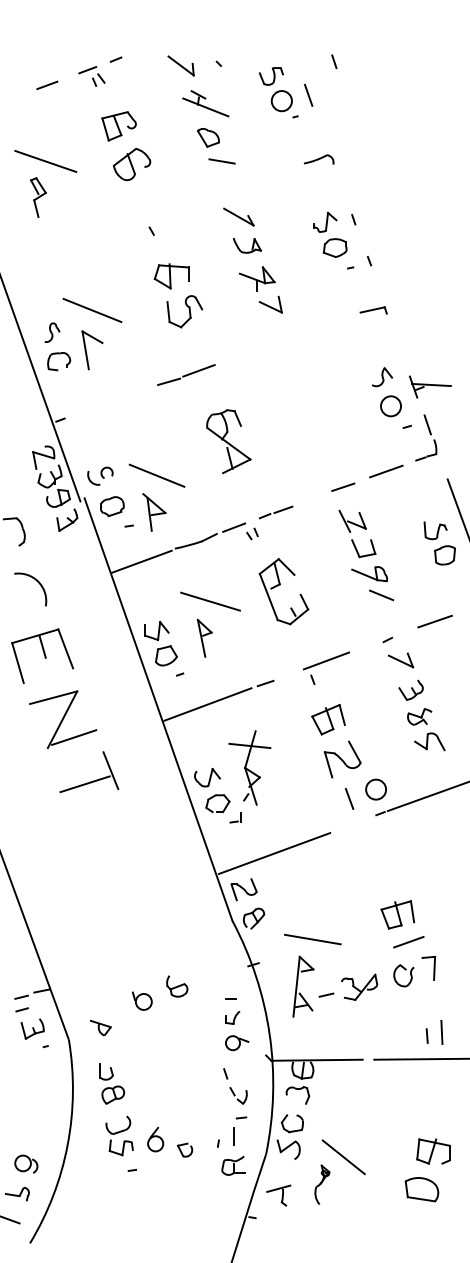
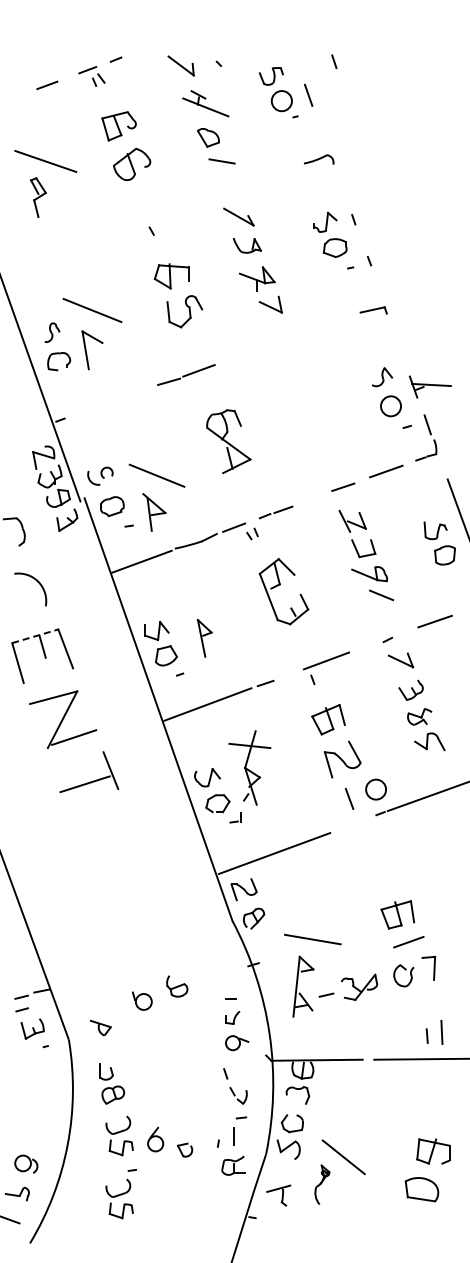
line at (210, 601): present -> none
line at (35, 636): solid -> dashed
part at (119, 1198): none -> present
